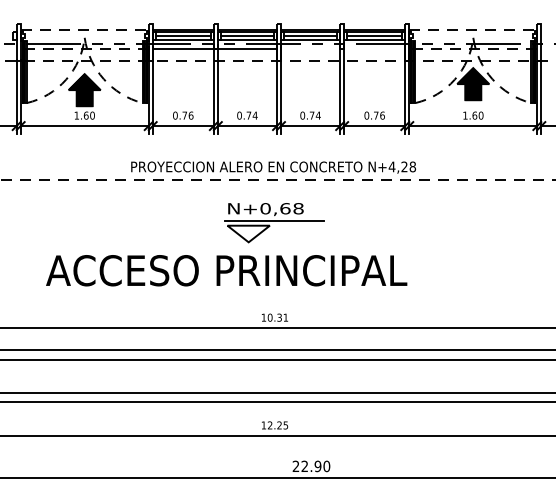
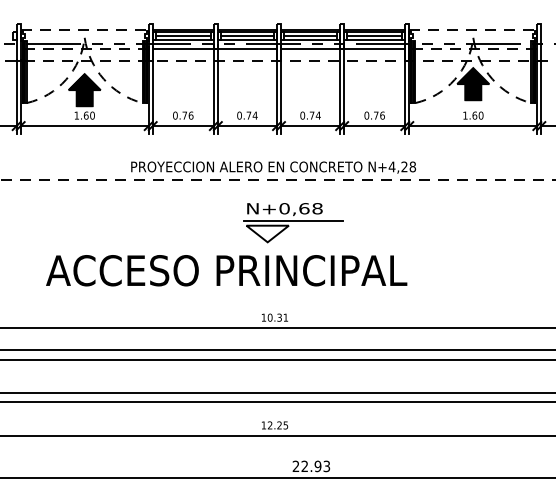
line at (343, 48): none -> present
part at (274, 223) position: (274, 223) -> (293, 223)
text at (326, 466): 22.90 -> 22.93
